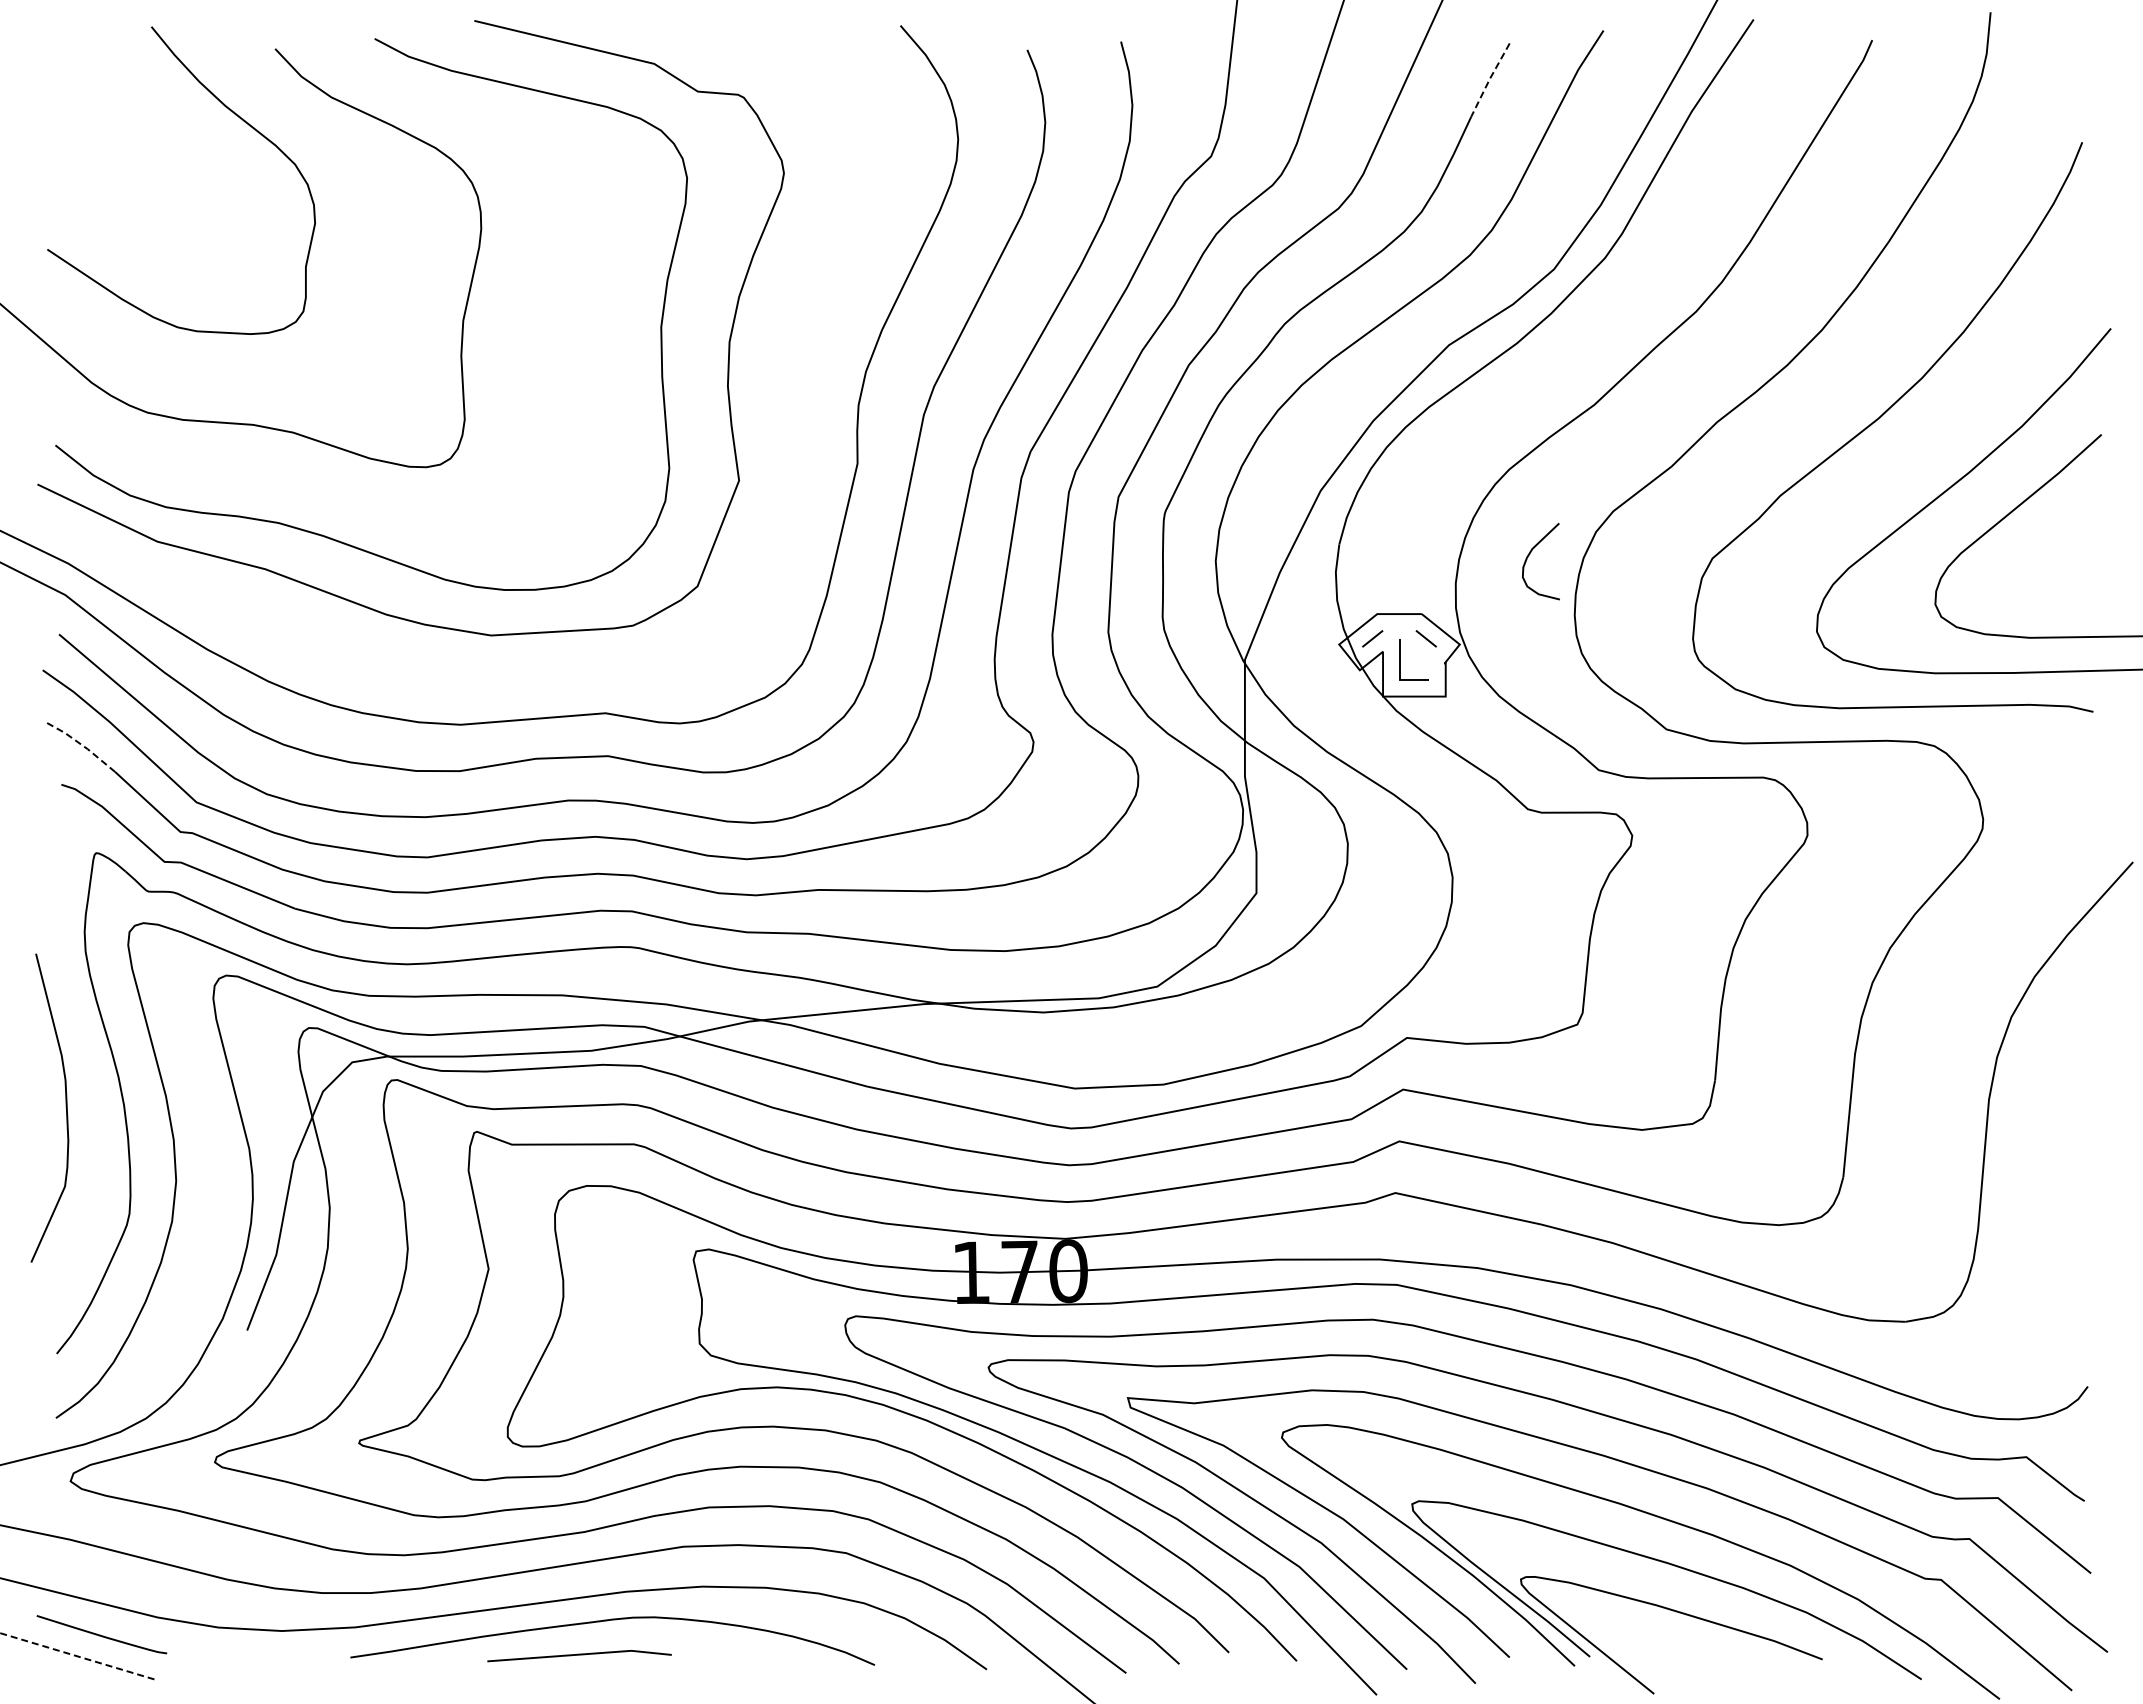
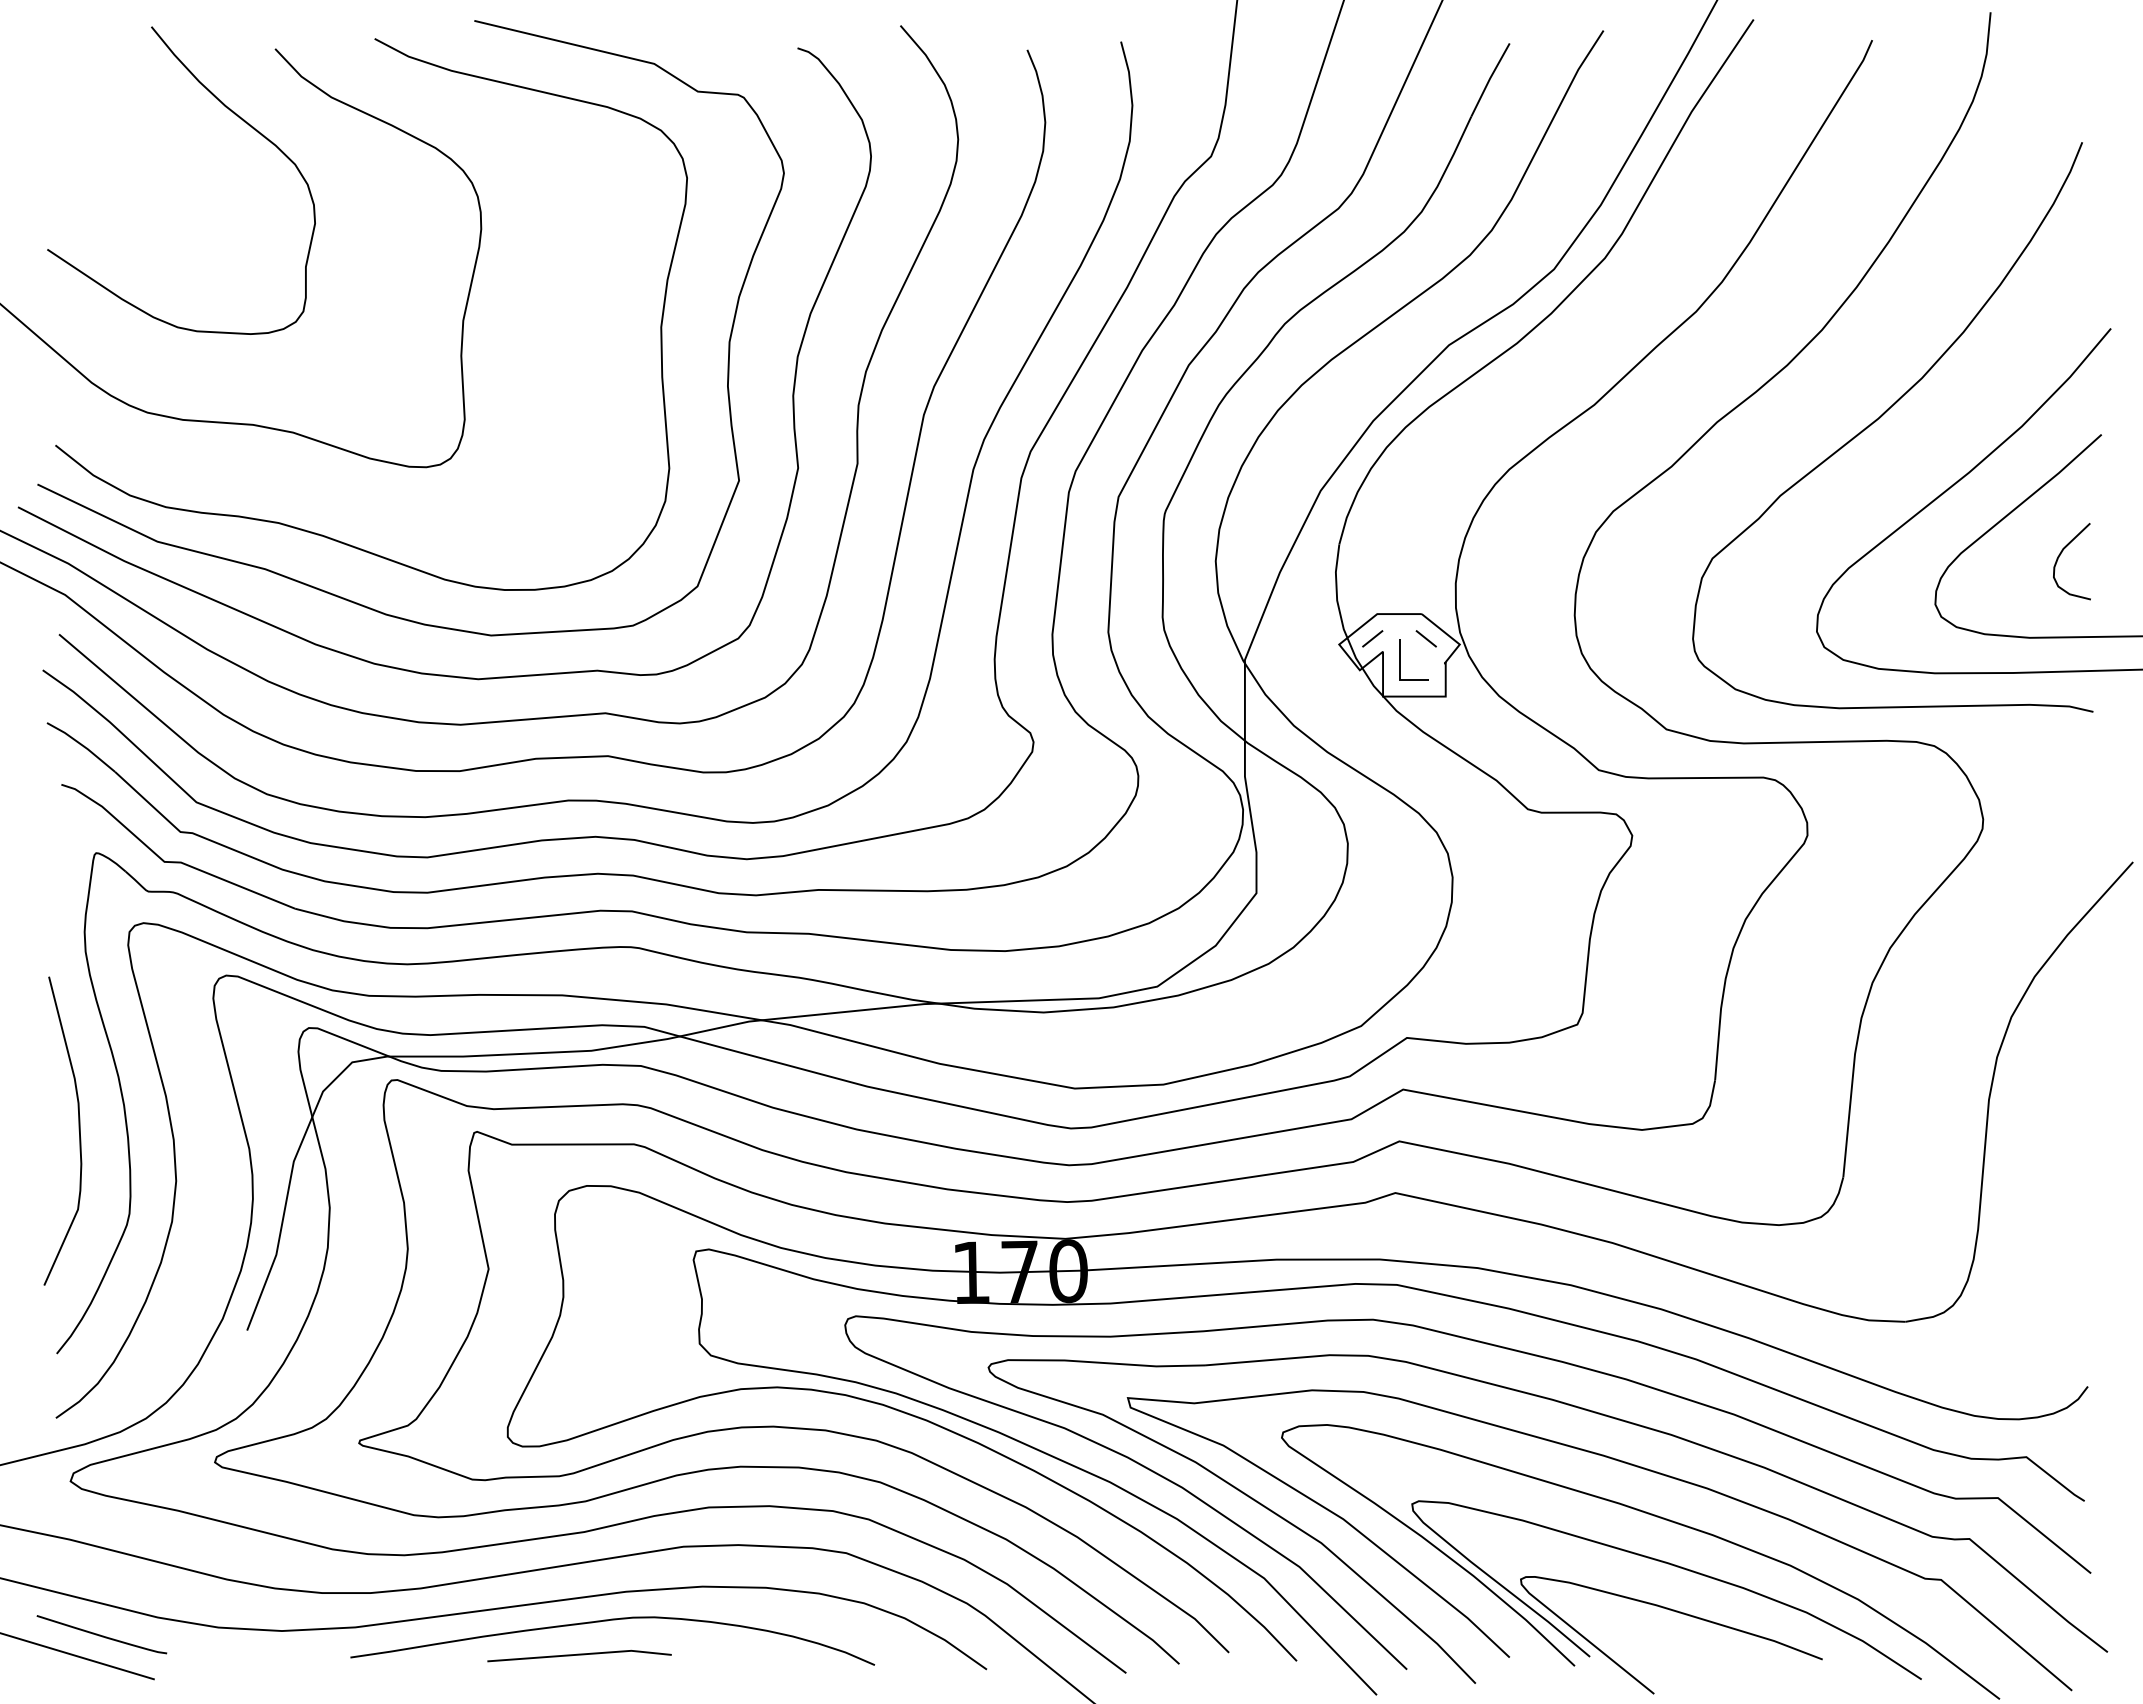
line at (1489, 79): dashed -> solid
curve at (1530, 554) position: (1530, 554) -> (2061, 554)
curve at (356, 656): none -> present
line at (82, 745): dashed -> solid
curve at (65, 1107) position: (65, 1107) -> (78, 1130)
line at (77, 1656): dashed -> solid
